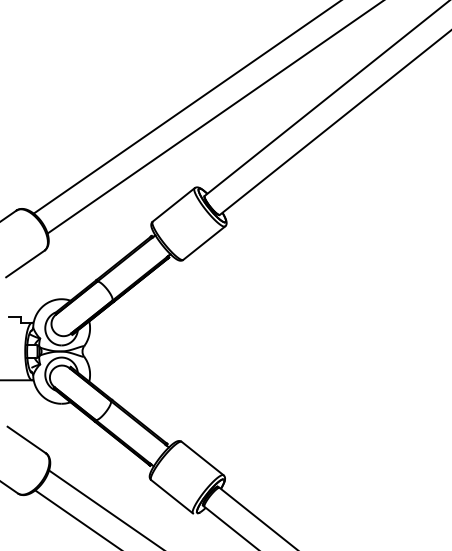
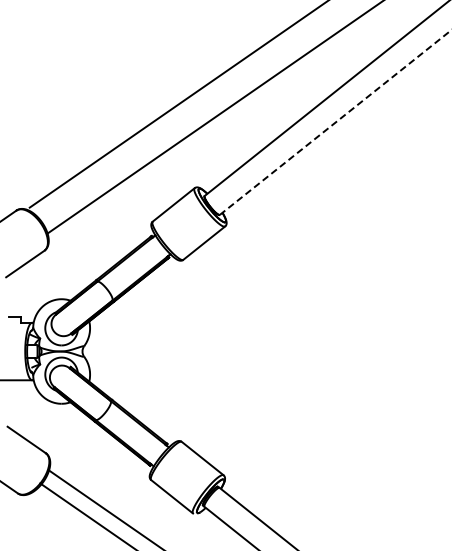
line at (185, 107) position: (185, 107) -> (177, 104)
line at (336, 122): solid -> dashed
line at (76, 518) position: (76, 518) -> (86, 515)
